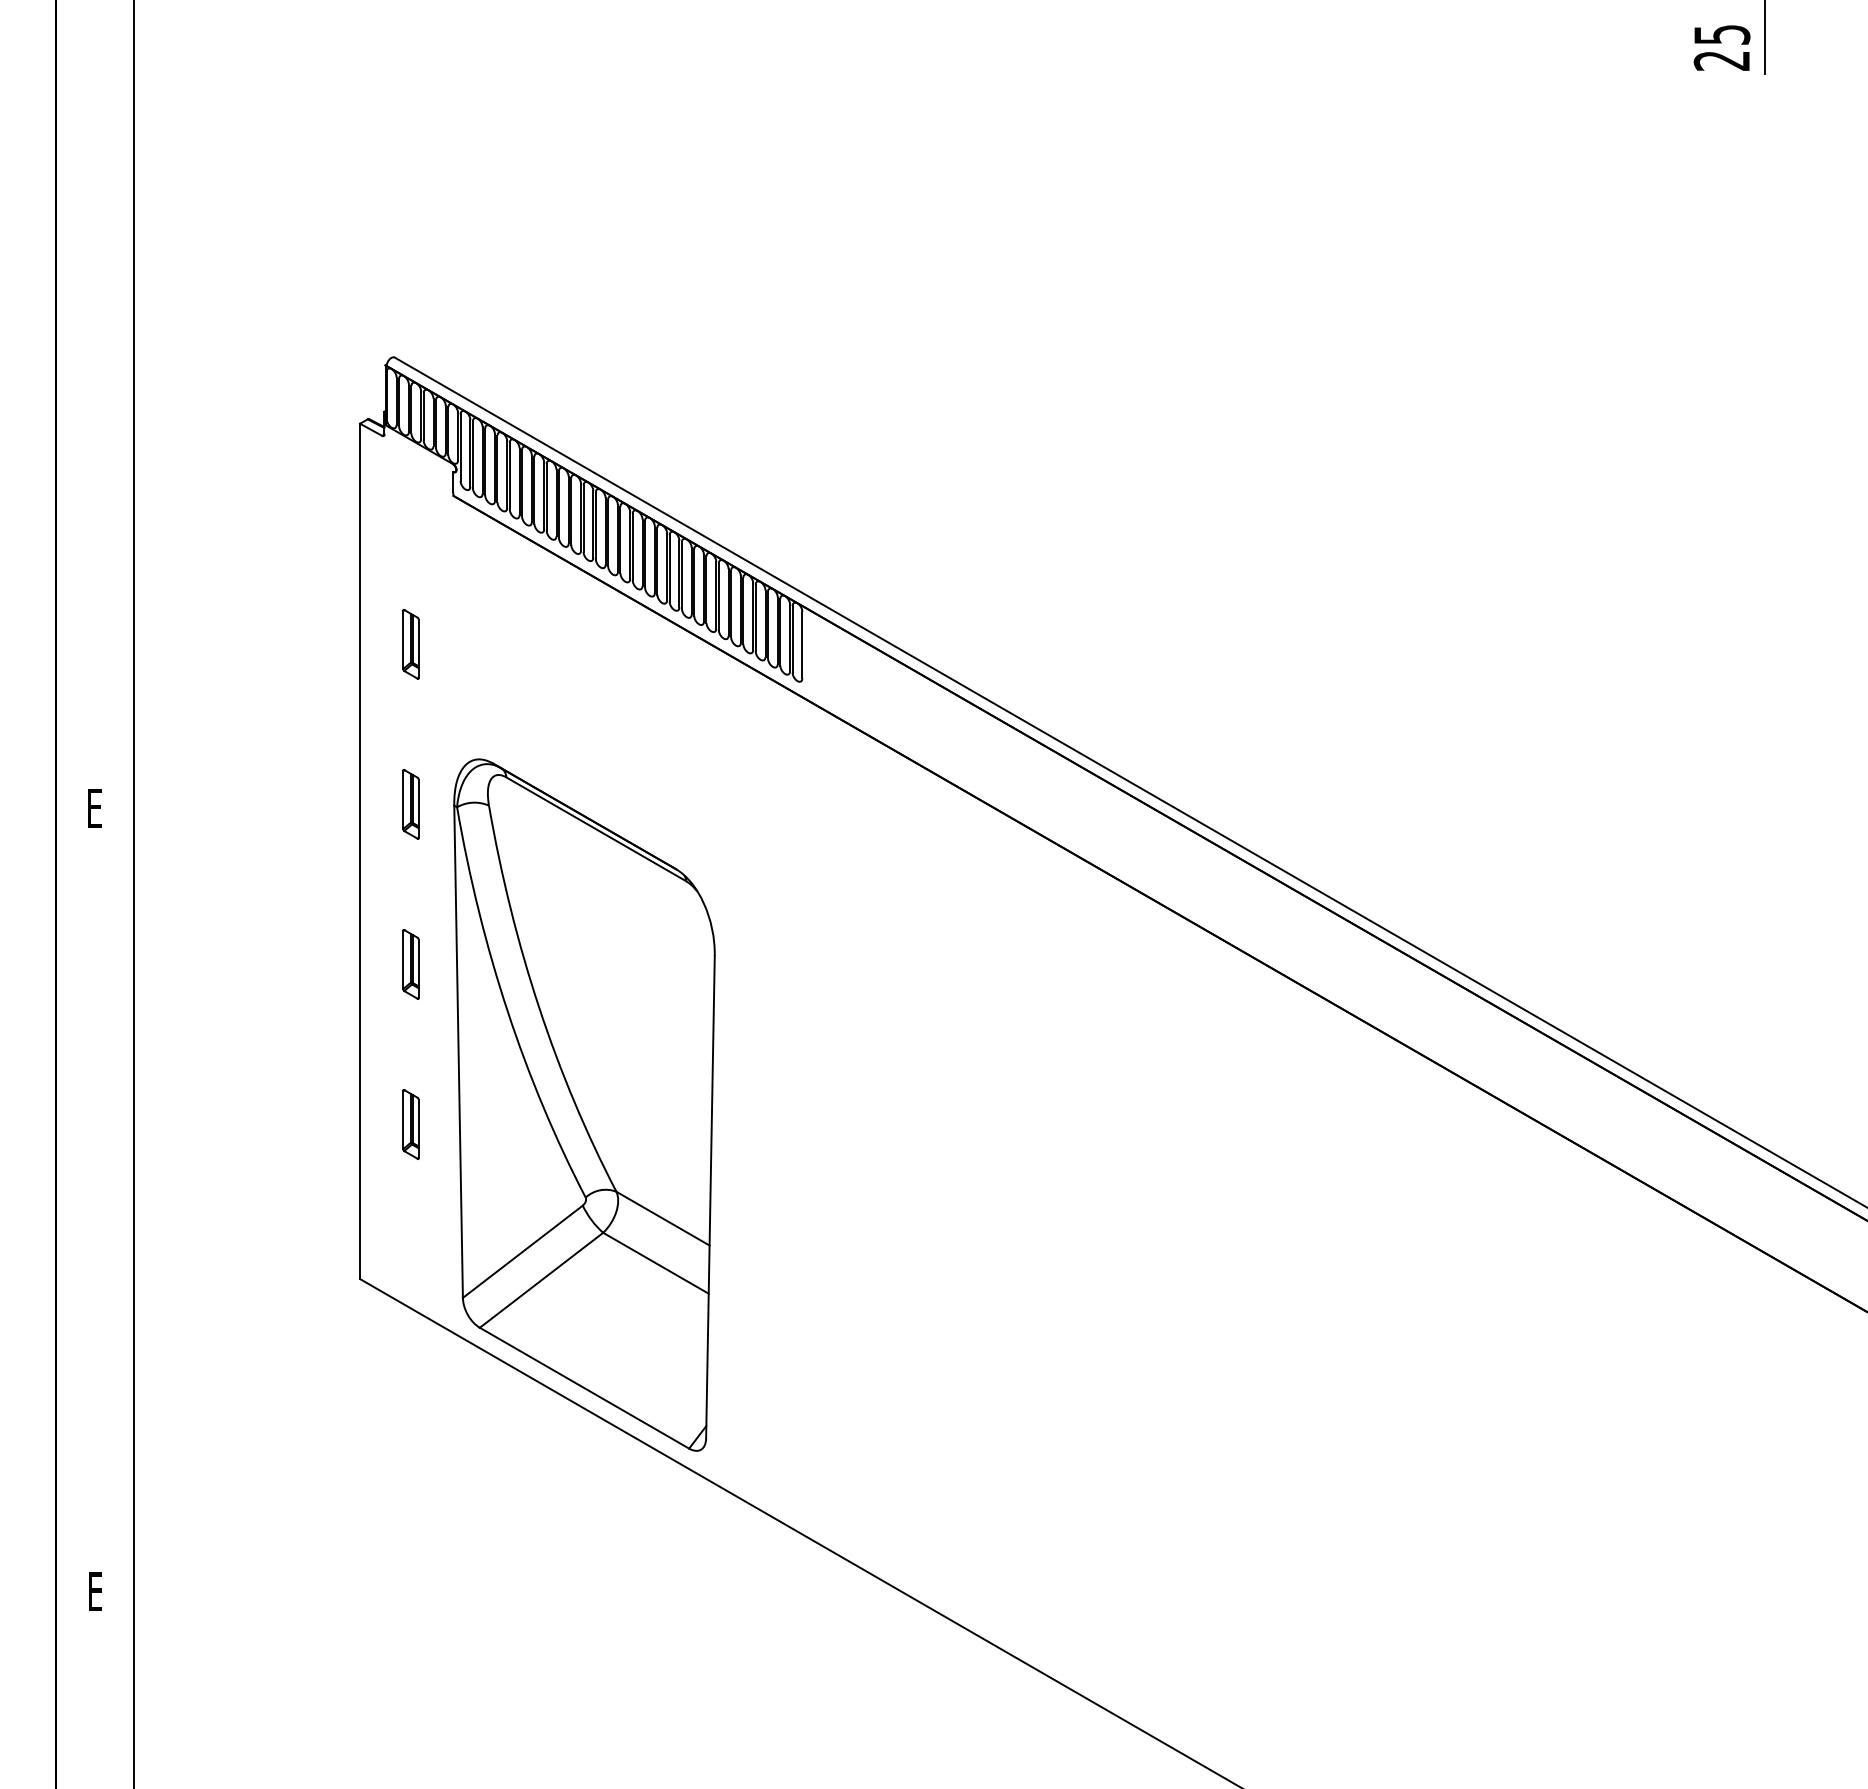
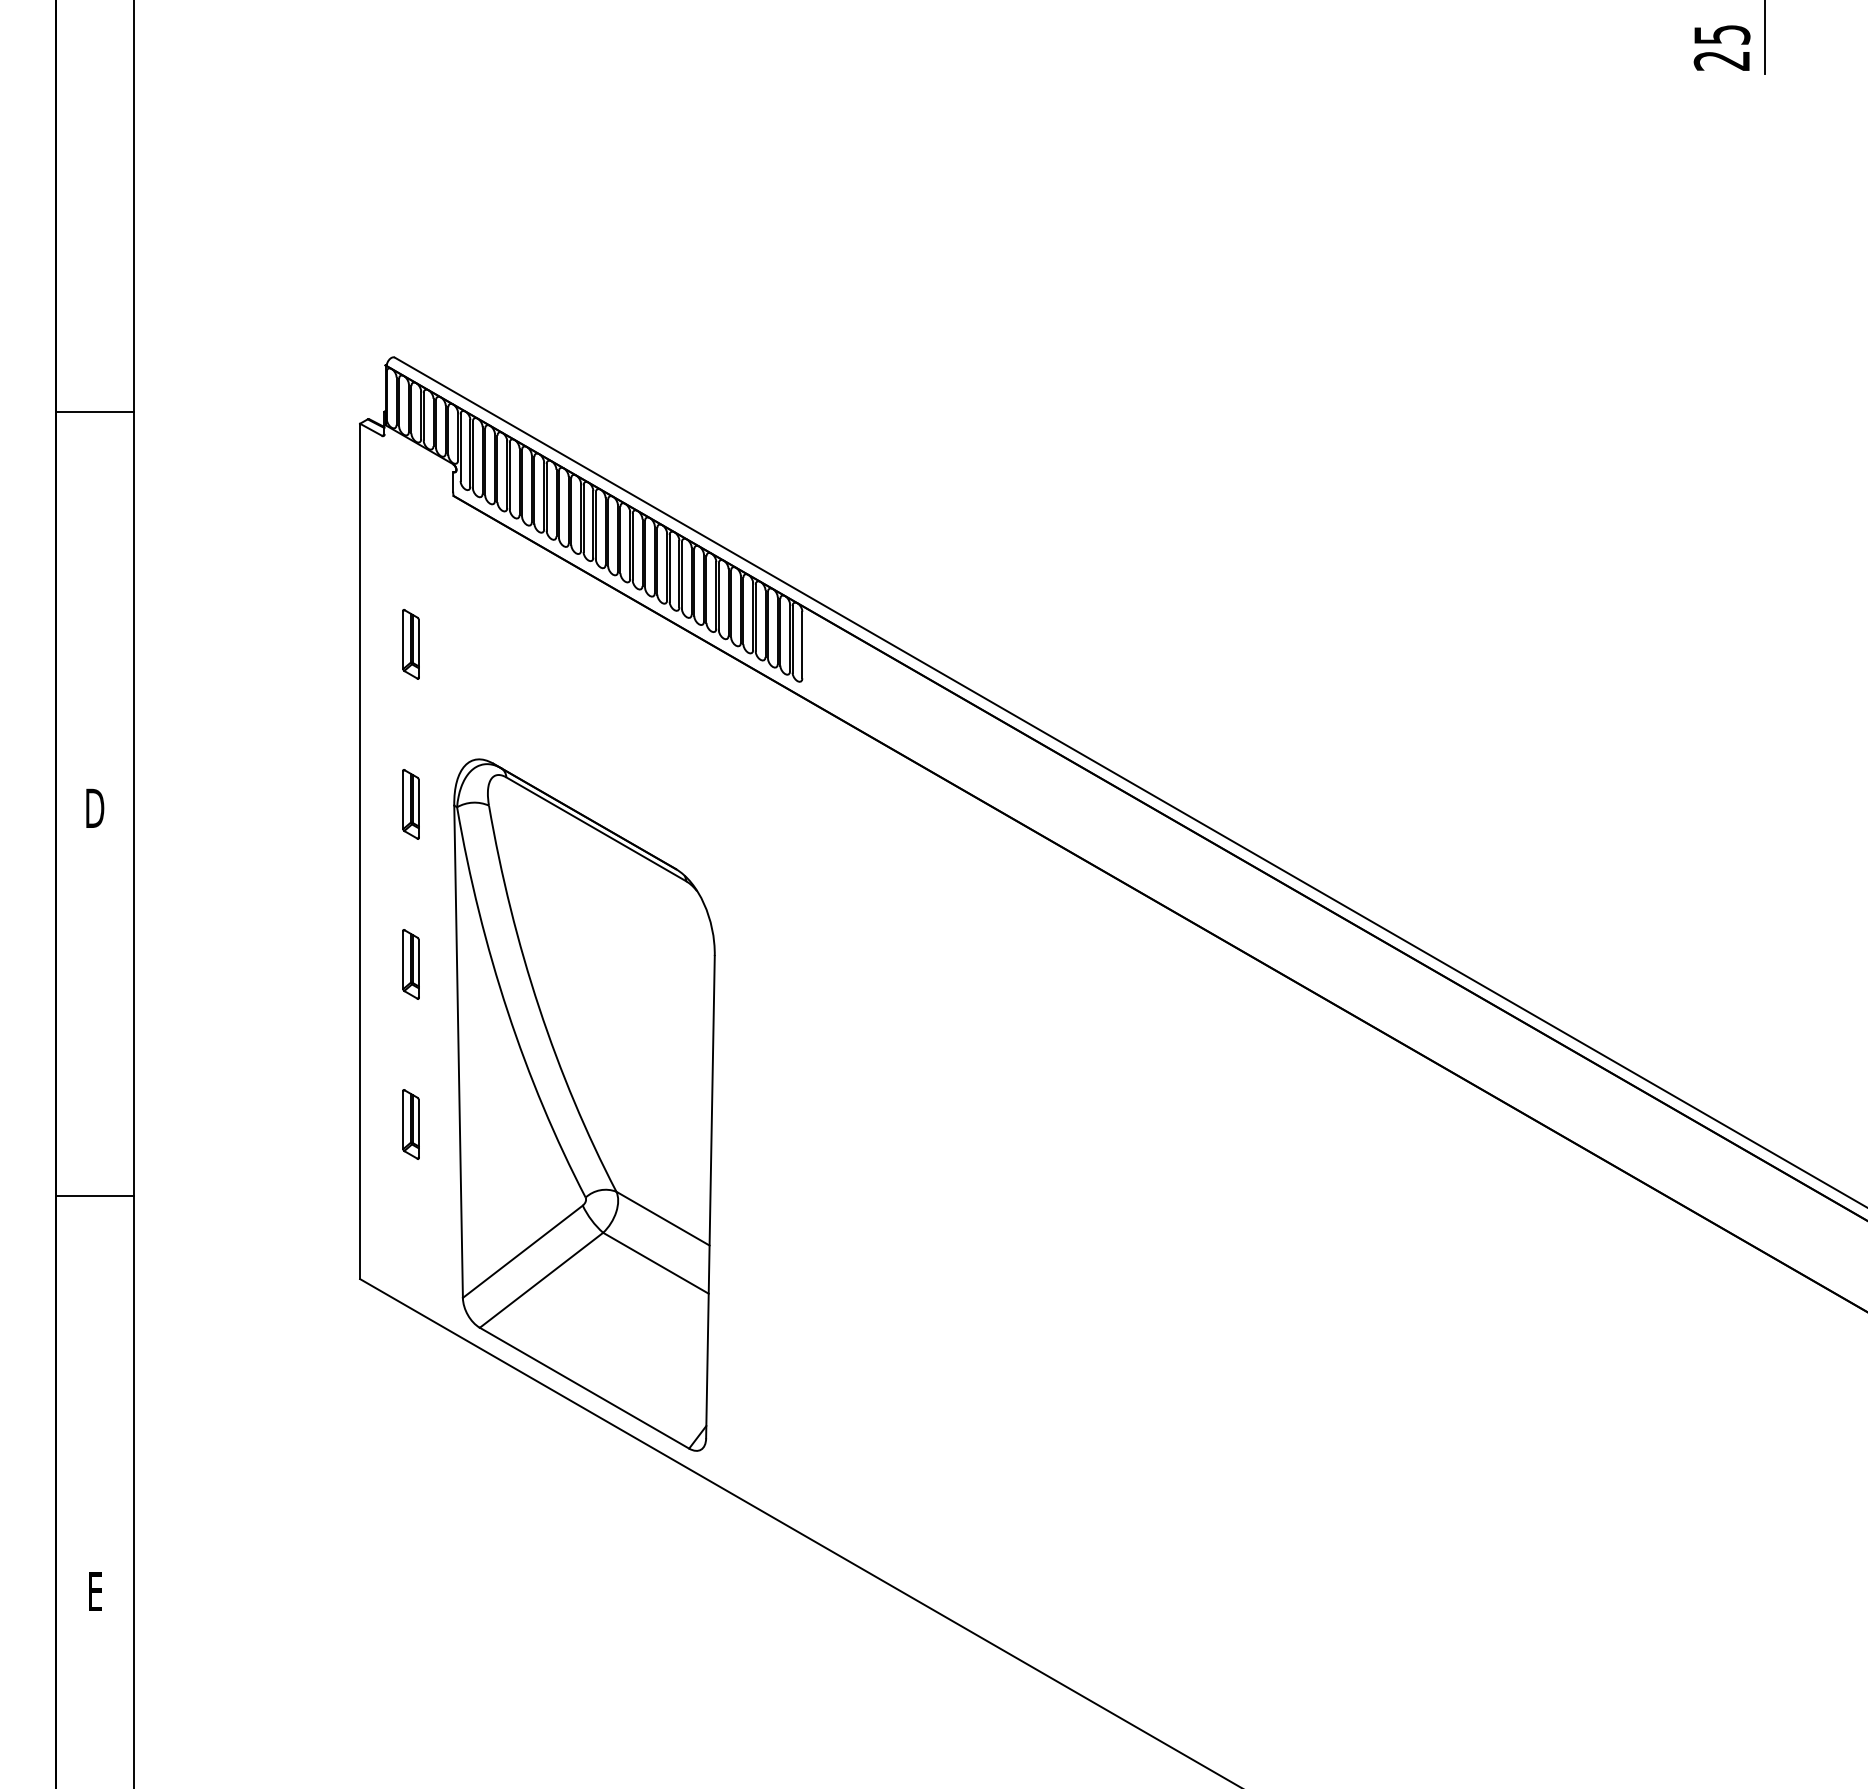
line at (95, 412): none -> present
text at (95, 807): E -> D
line at (95, 1195): none -> present
